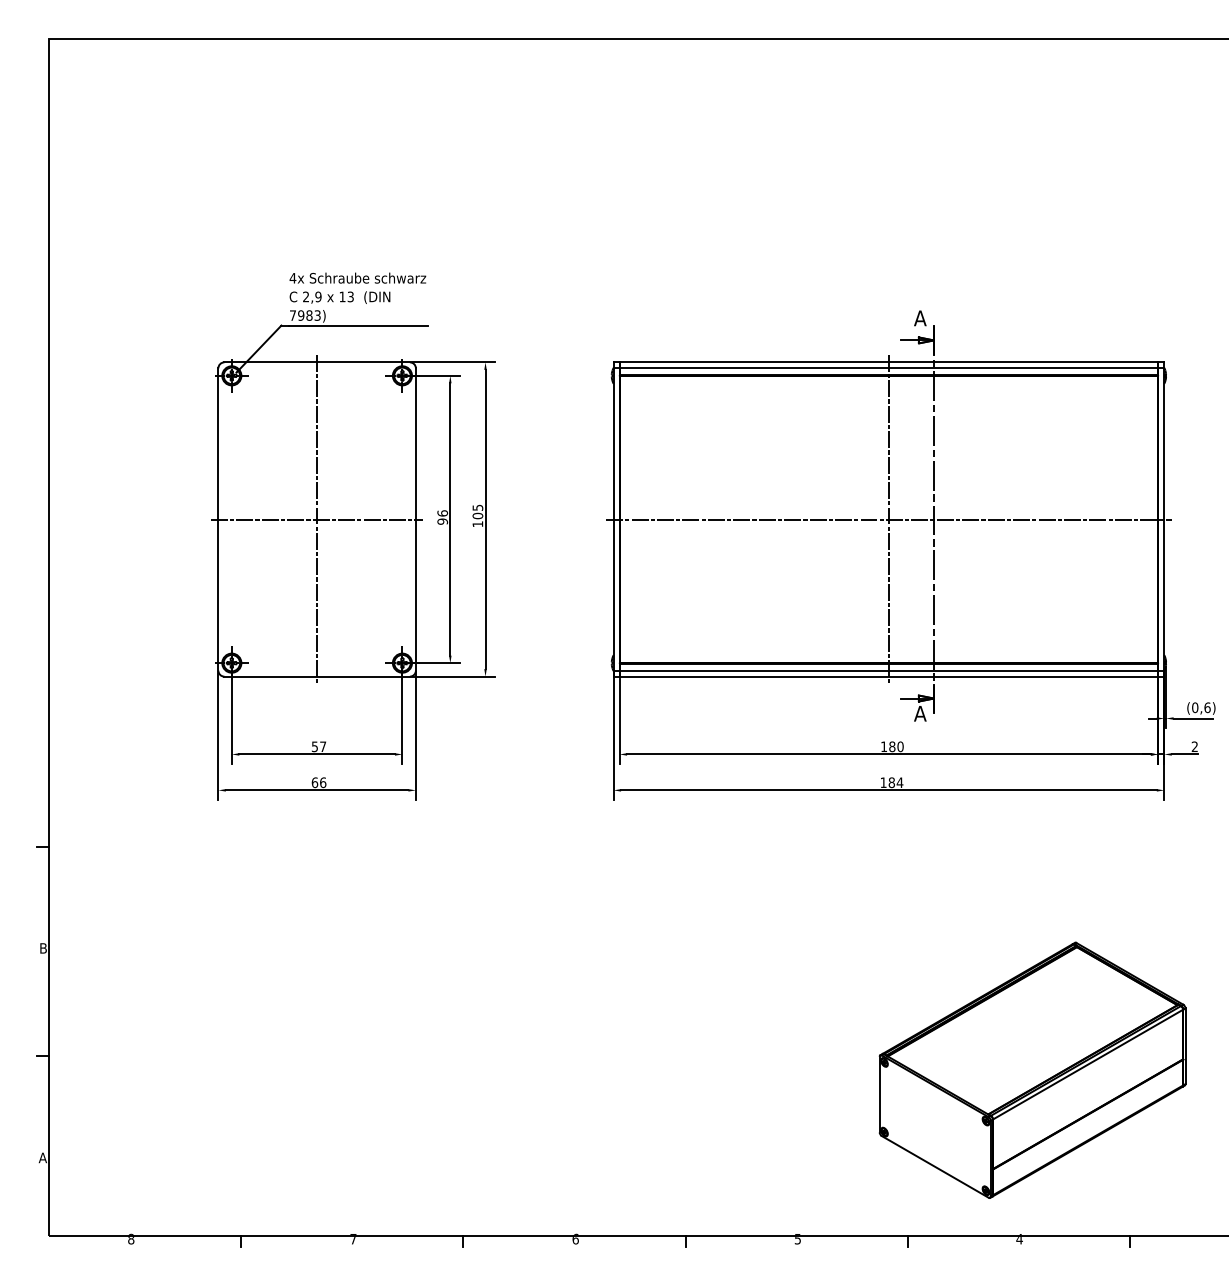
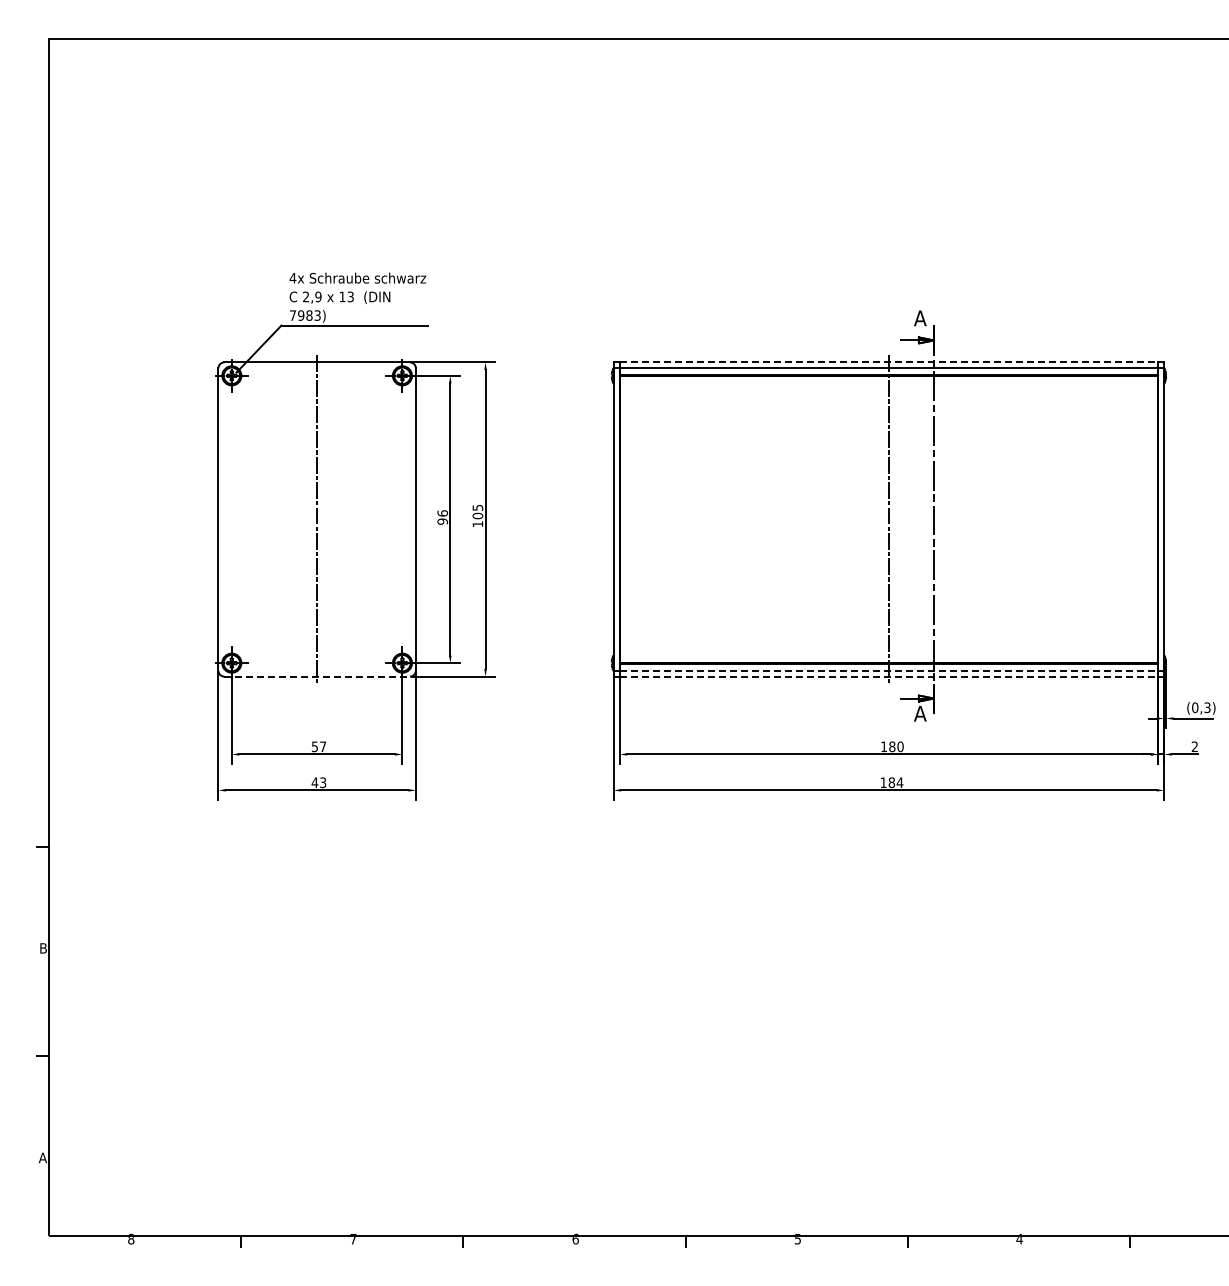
line at (888, 362): solid -> dashed
line at (316, 519): present -> none
line at (888, 519): present -> none
line at (888, 670): solid -> dashed
line at (317, 676): solid -> dashed
line at (888, 676): solid -> dashed
text at (1207, 707): (0,6) -> (0,3)
text at (318, 782): 66 -> 43
part at (1032, 1069): present -> none
